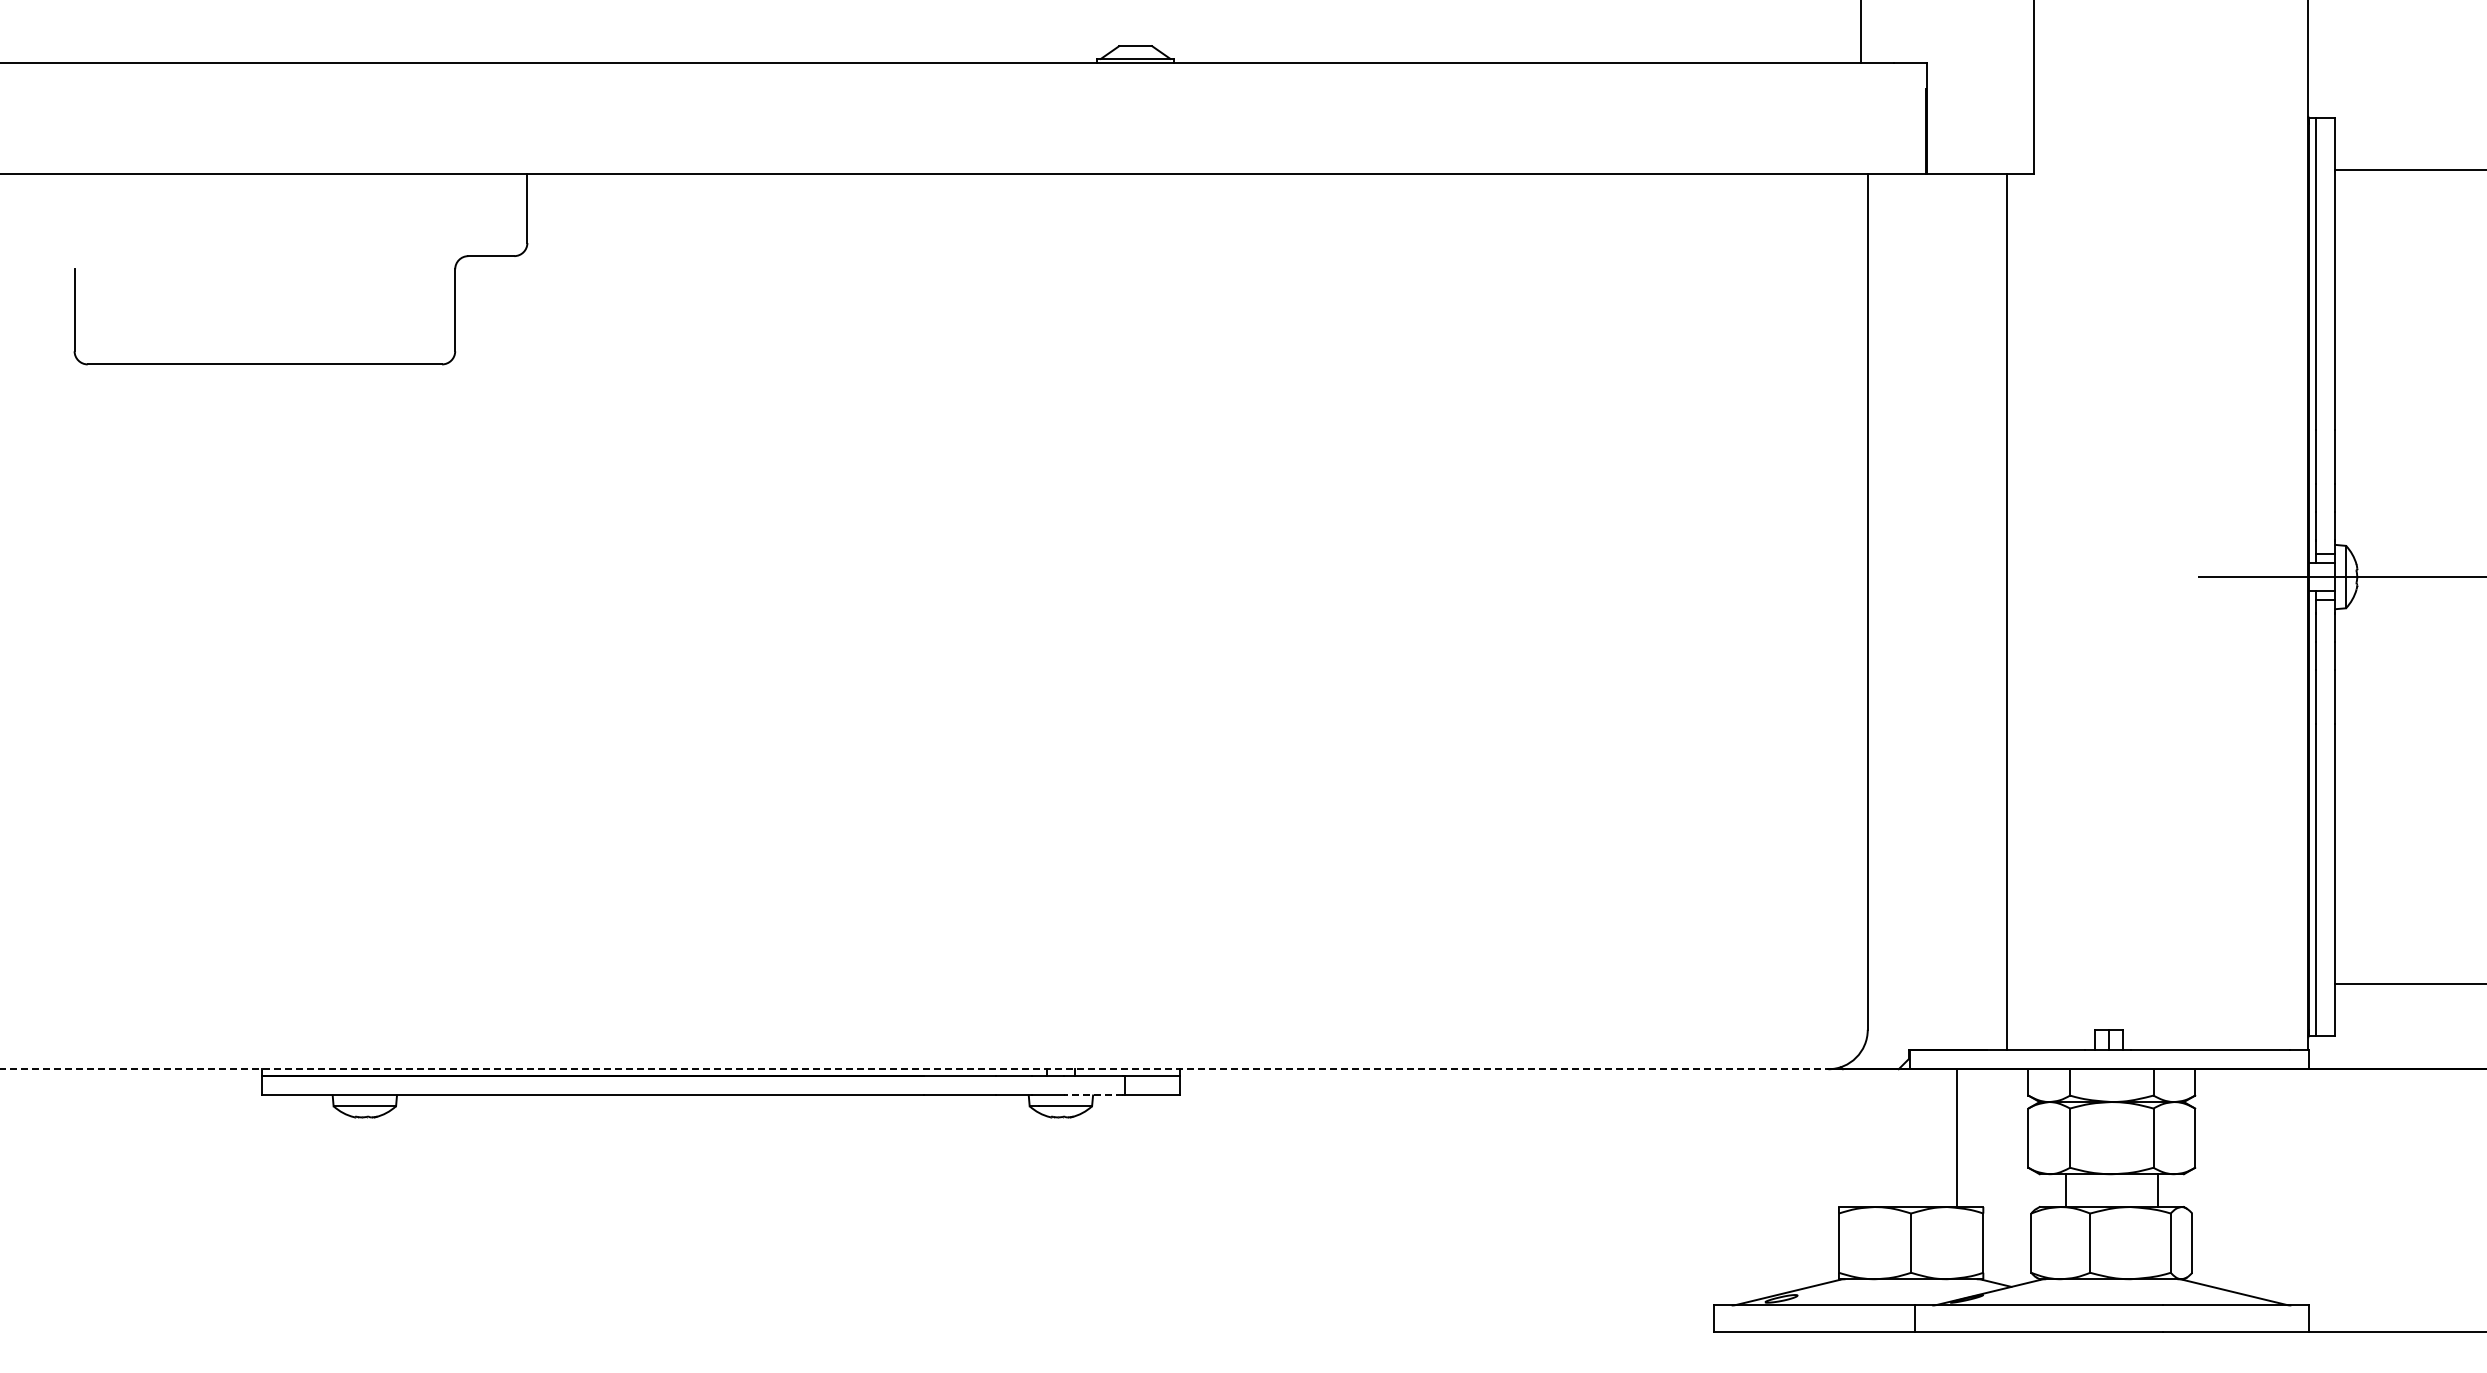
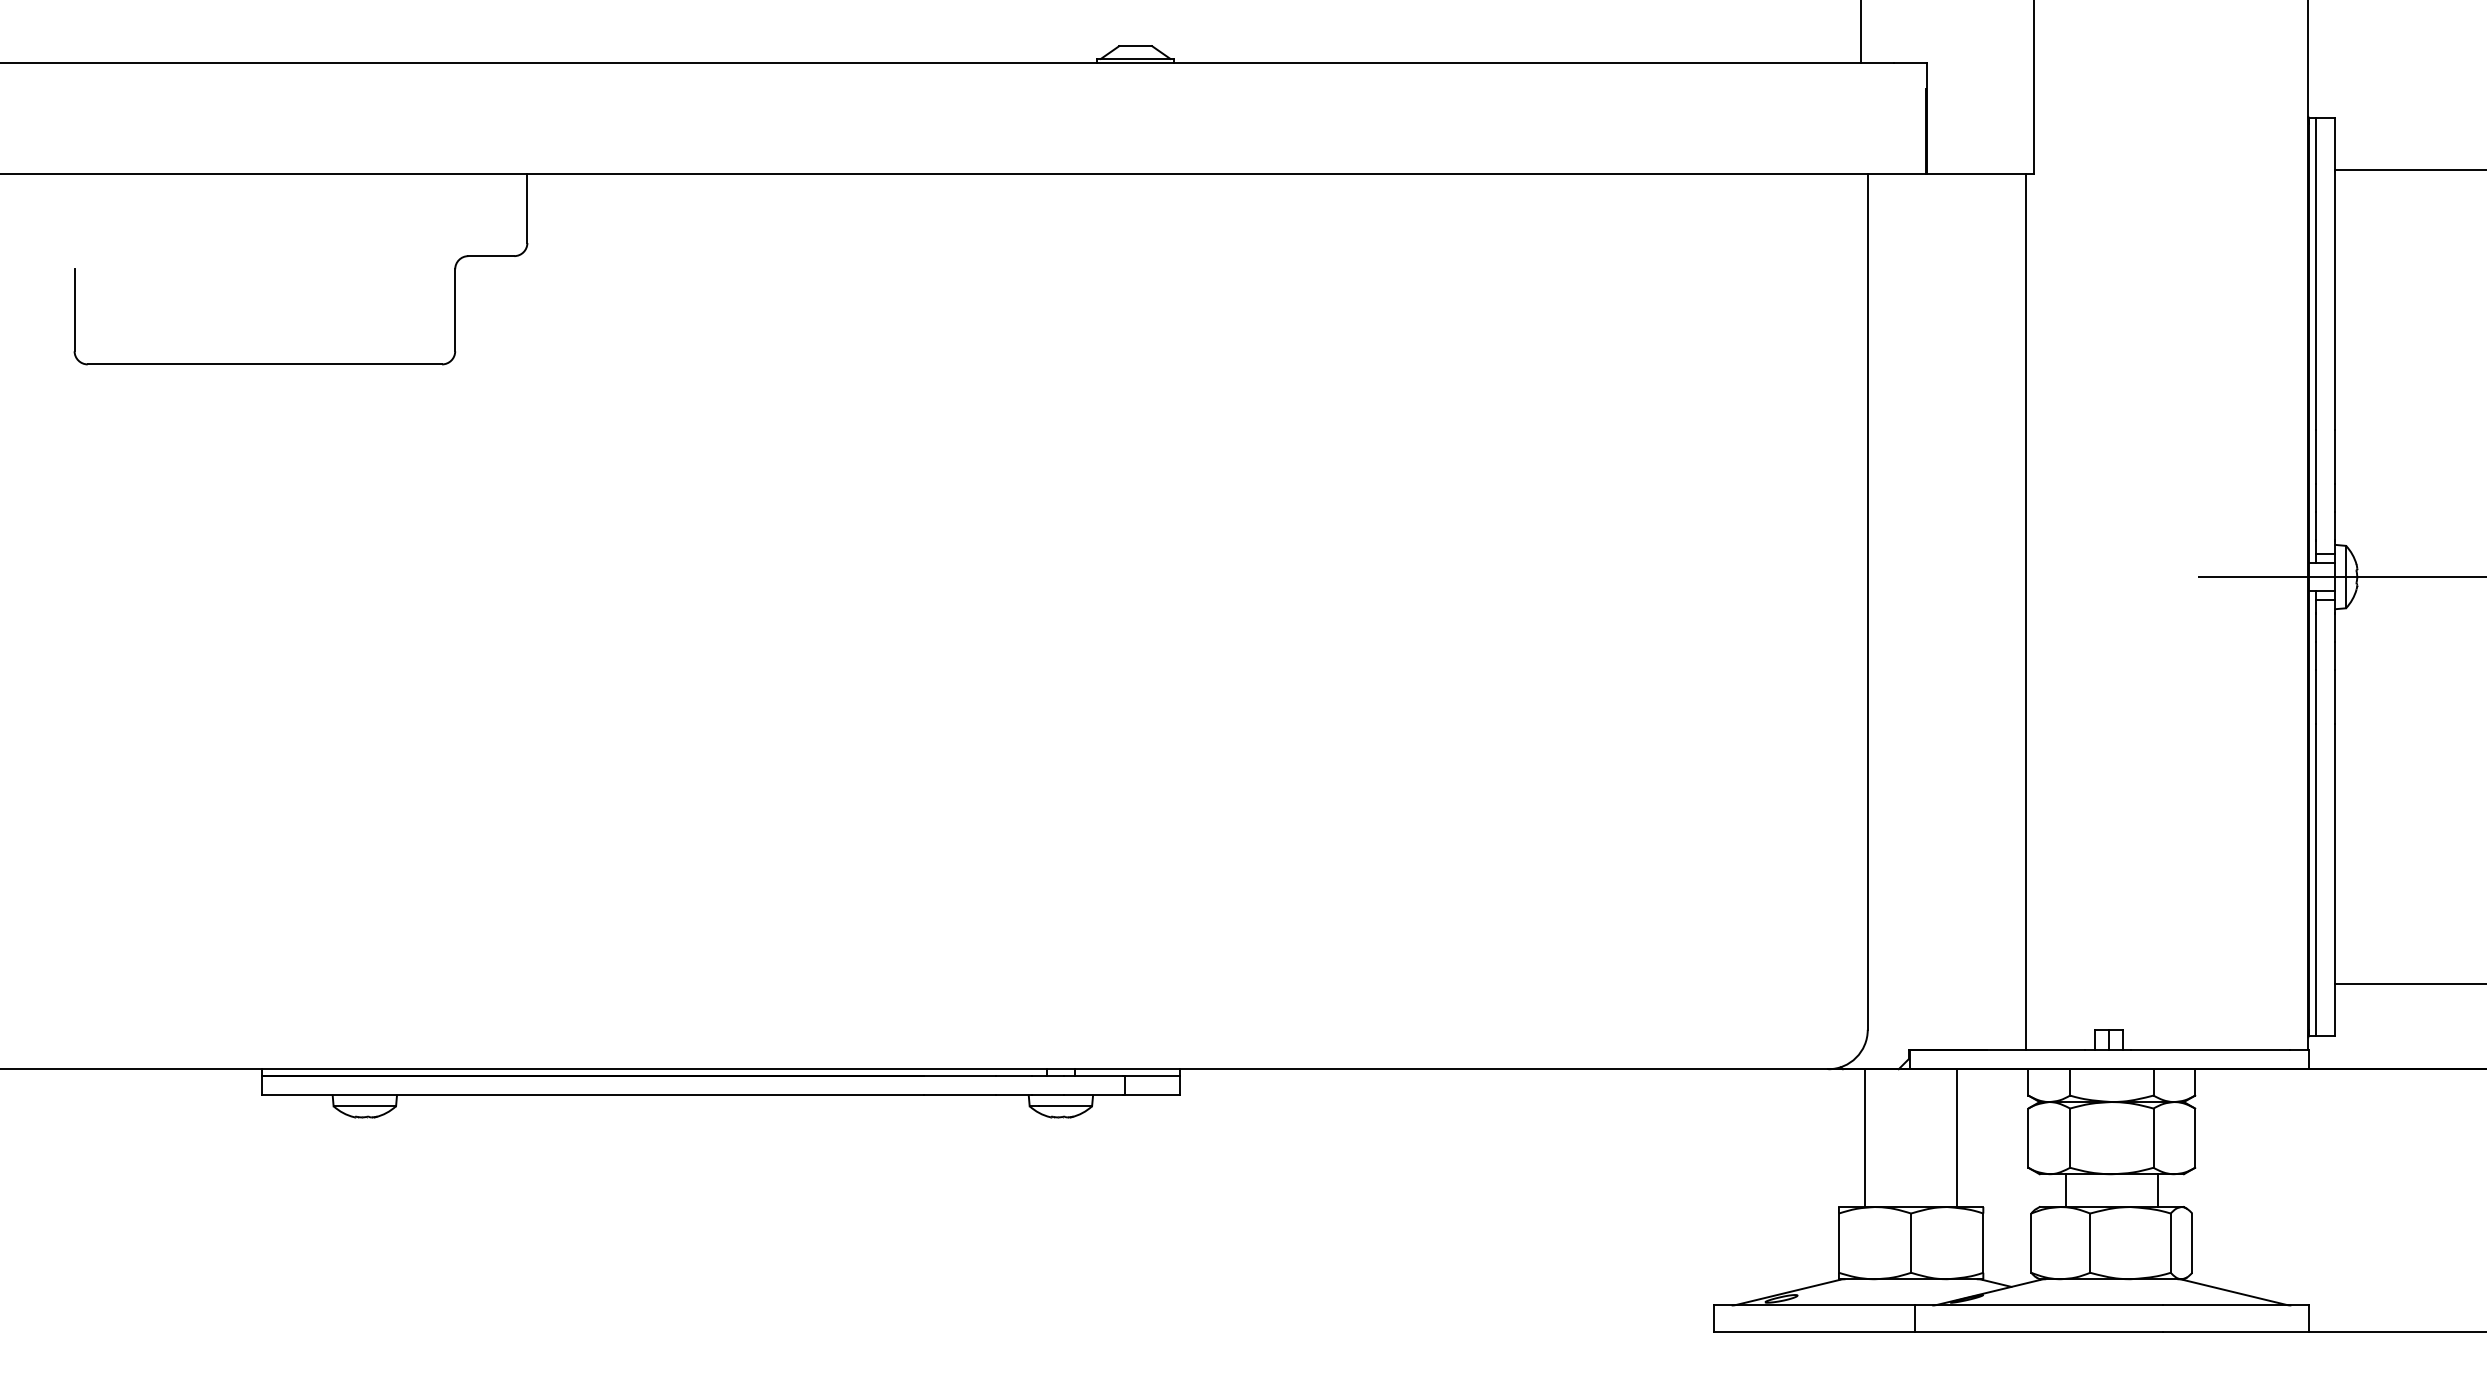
line at (2007, 611) position: (2007, 611) -> (2026, 611)
line at (914, 1069): dashed -> solid
line at (1093, 1095): dashed -> solid
line at (1865, 1138): none -> present
